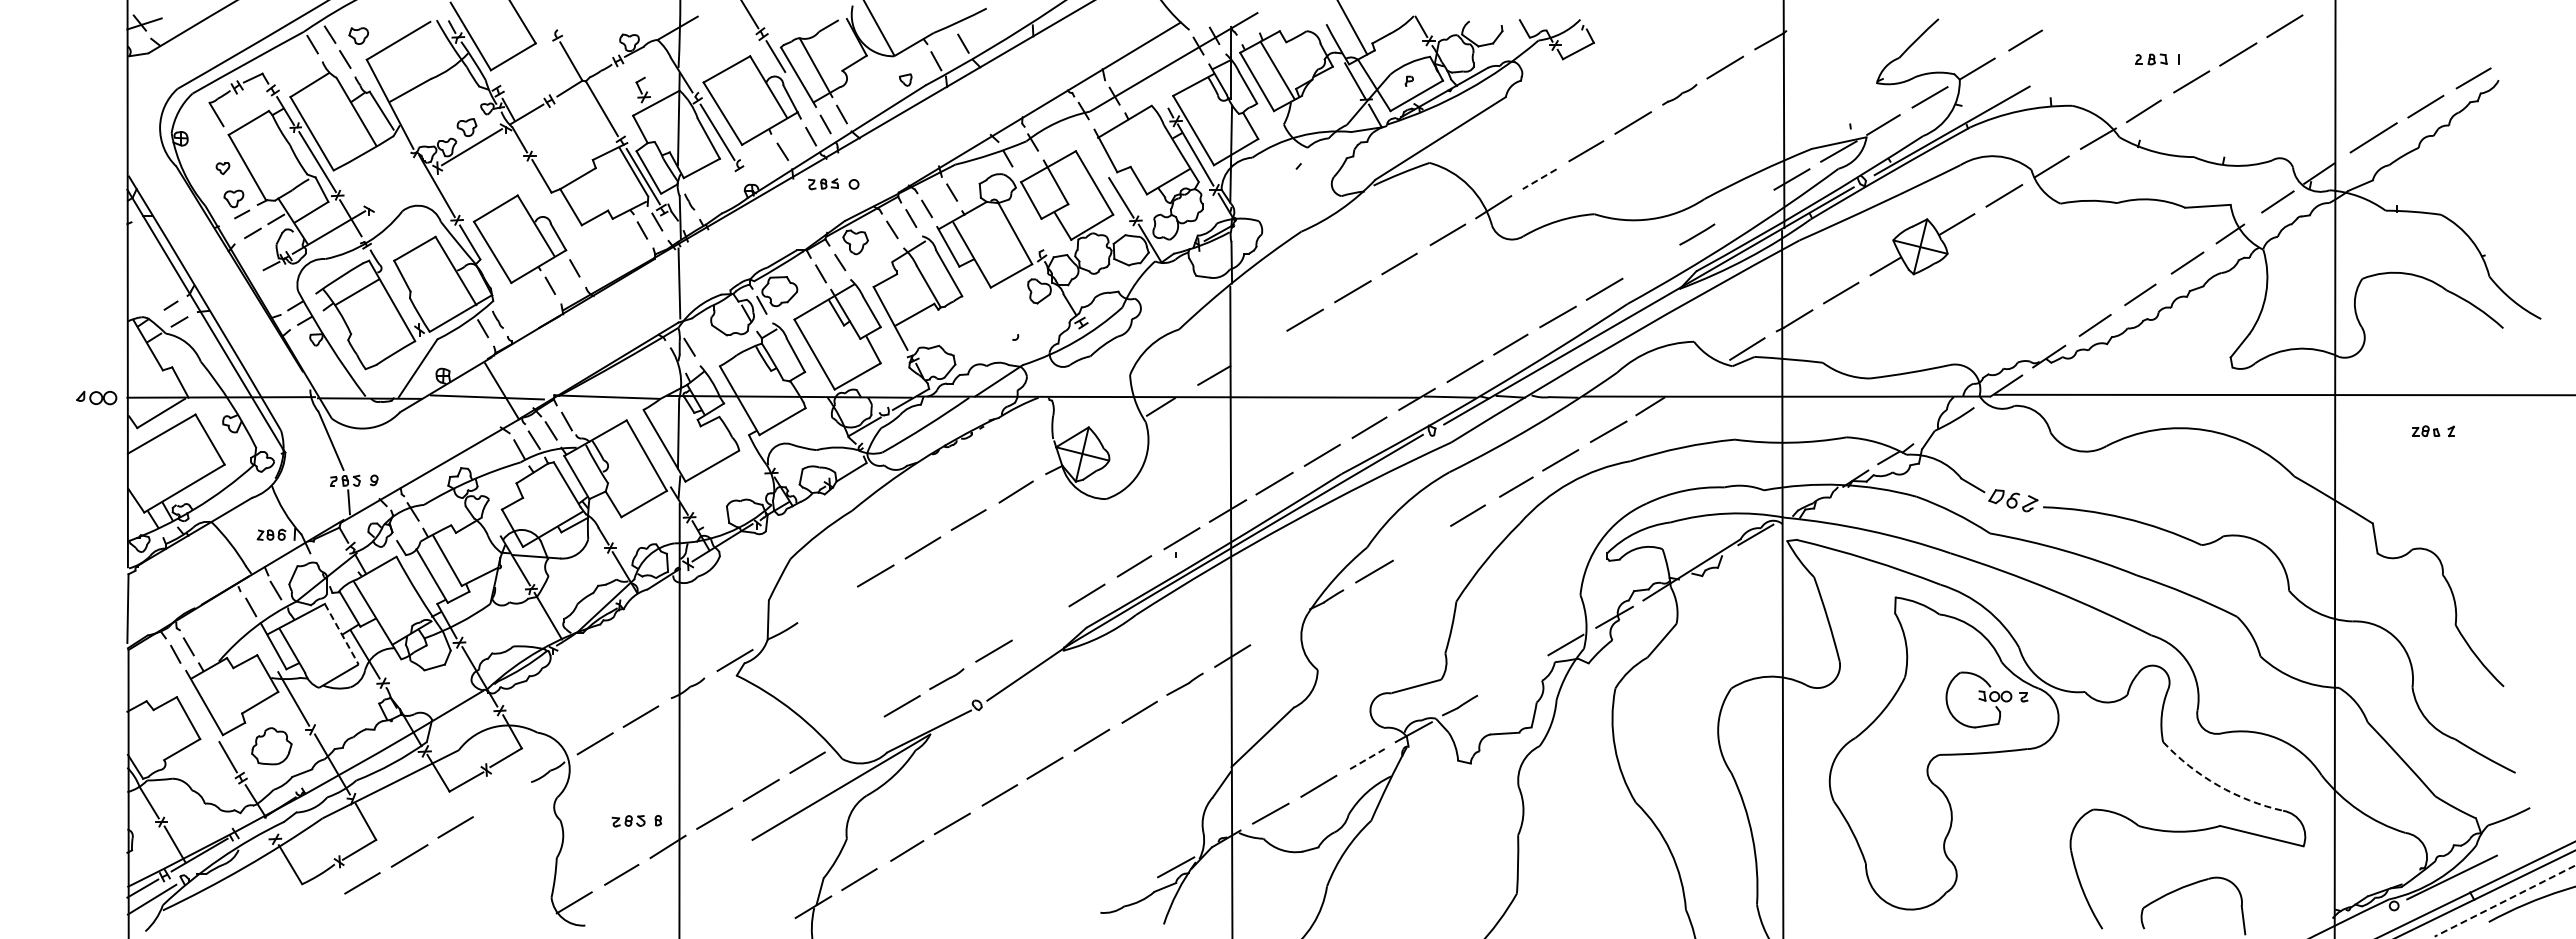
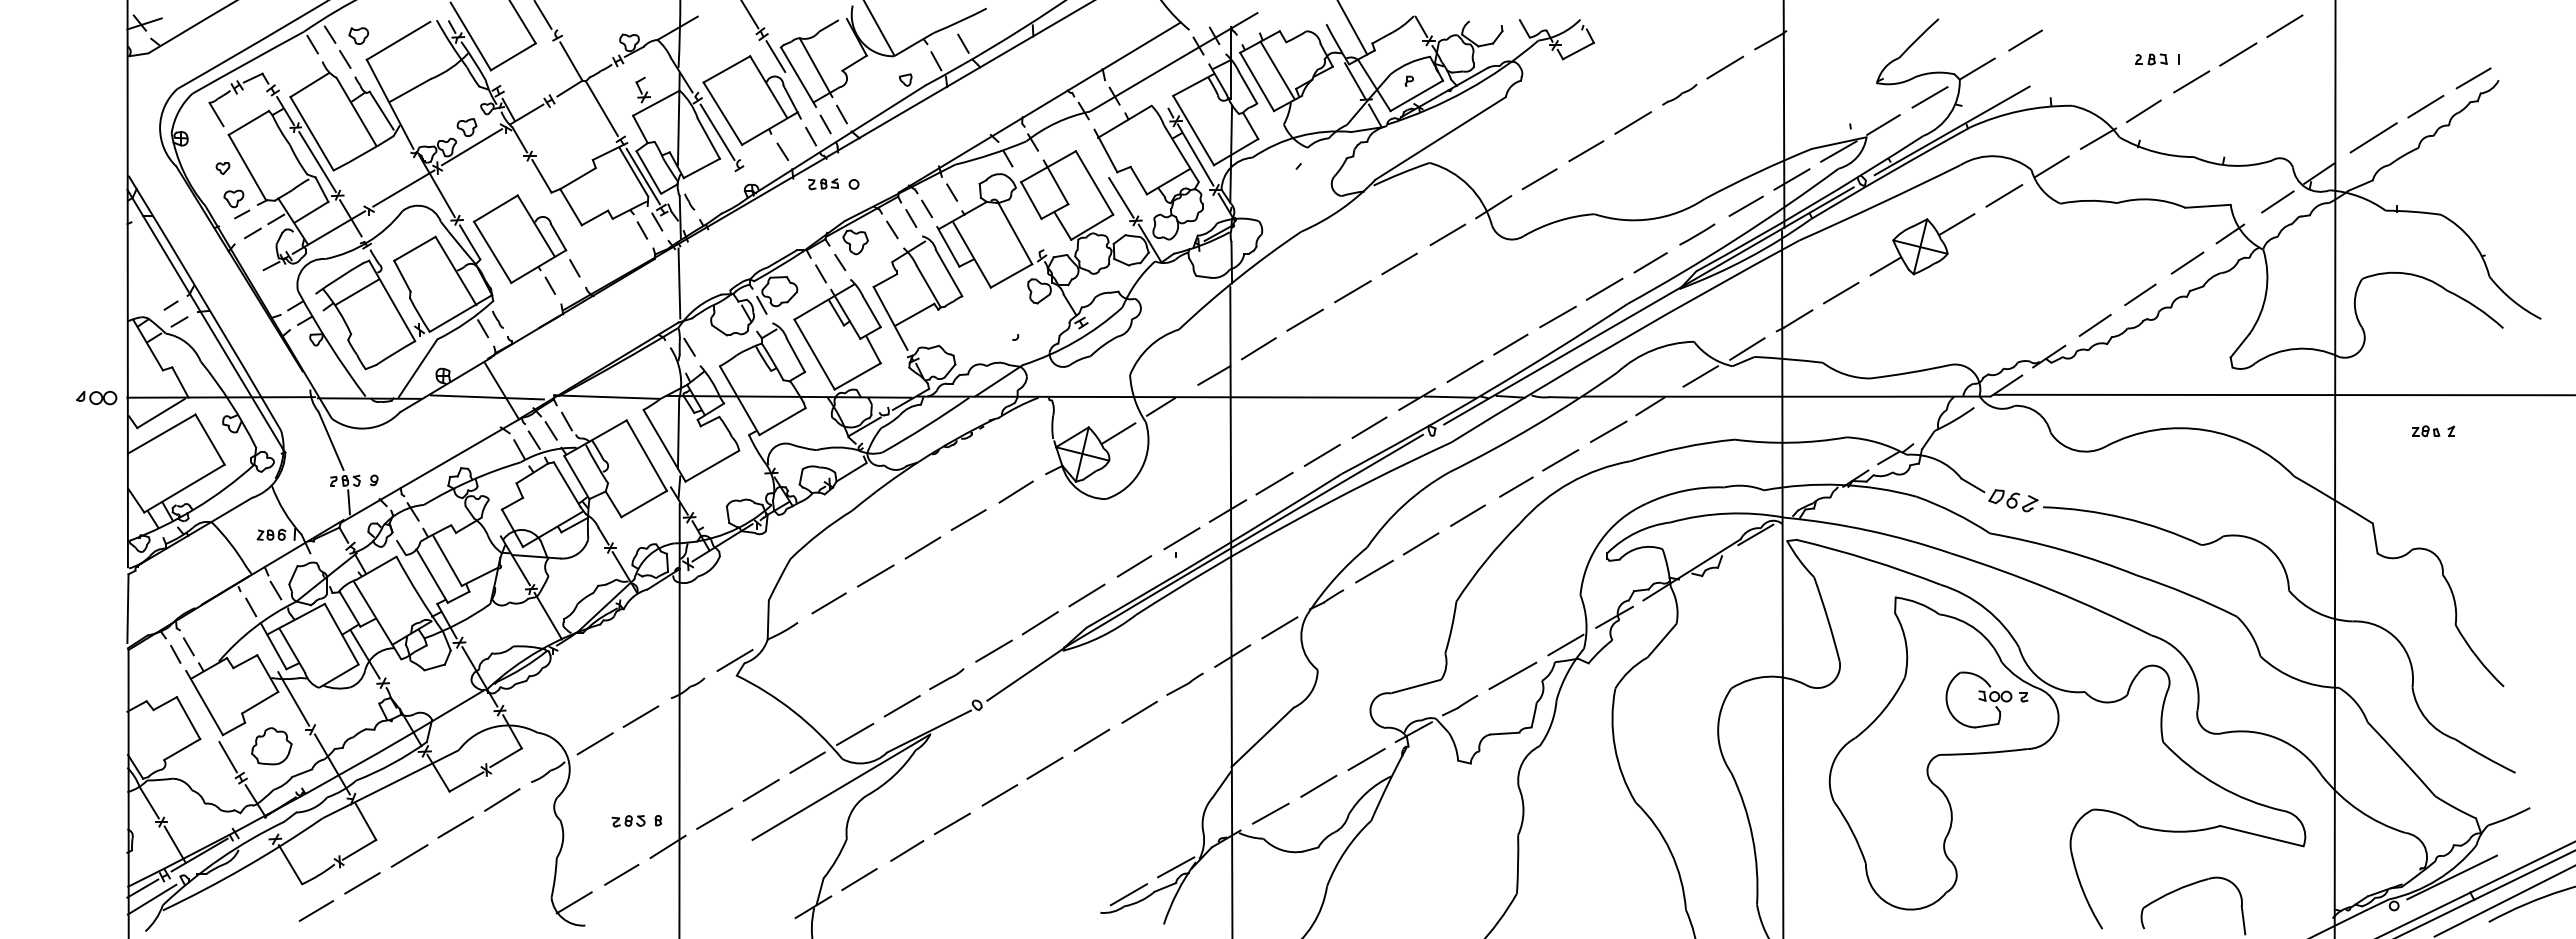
line at (543, 15): none -> present
line at (1539, 179): dashed -> solid
line at (403, 188): none -> present
line at (1745, 205): none -> present
line at (1650, 262): none -> present
line at (1258, 348): none -> present
line at (1700, 376): none -> present
line at (1118, 433): none -> present
line at (1420, 543): none -> present
line at (828, 603): none -> present
line at (1039, 623): none -> present
line at (1279, 627): none -> present
line at (341, 634): dashed -> solid
line at (1512, 675): none -> present
line at (855, 733): none -> present
line at (1366, 759): dashed -> solid
arc at (2217, 785): dashed -> solid
line at (502, 799): none -> present
line at (1128, 894): none -> present
line at (2505, 901): dashed -> solid
line at (316, 910): none -> present
